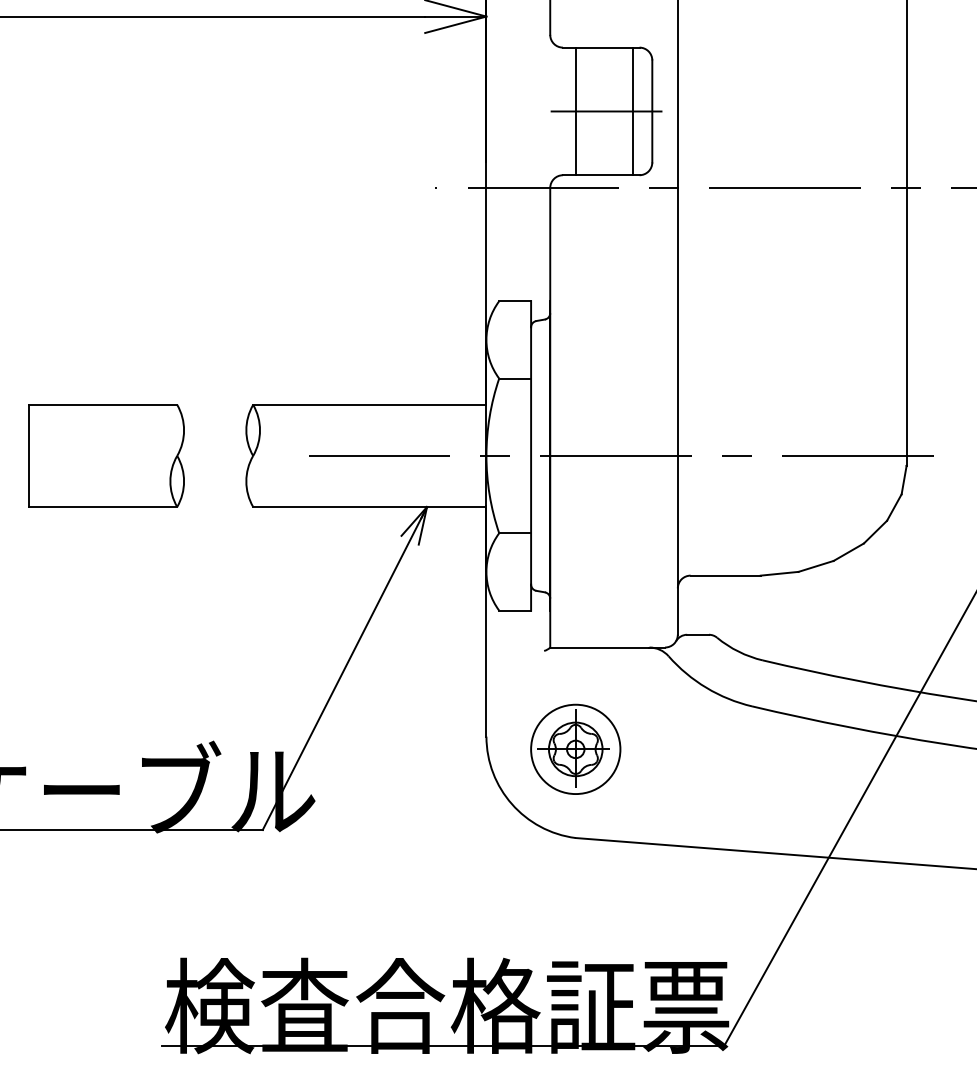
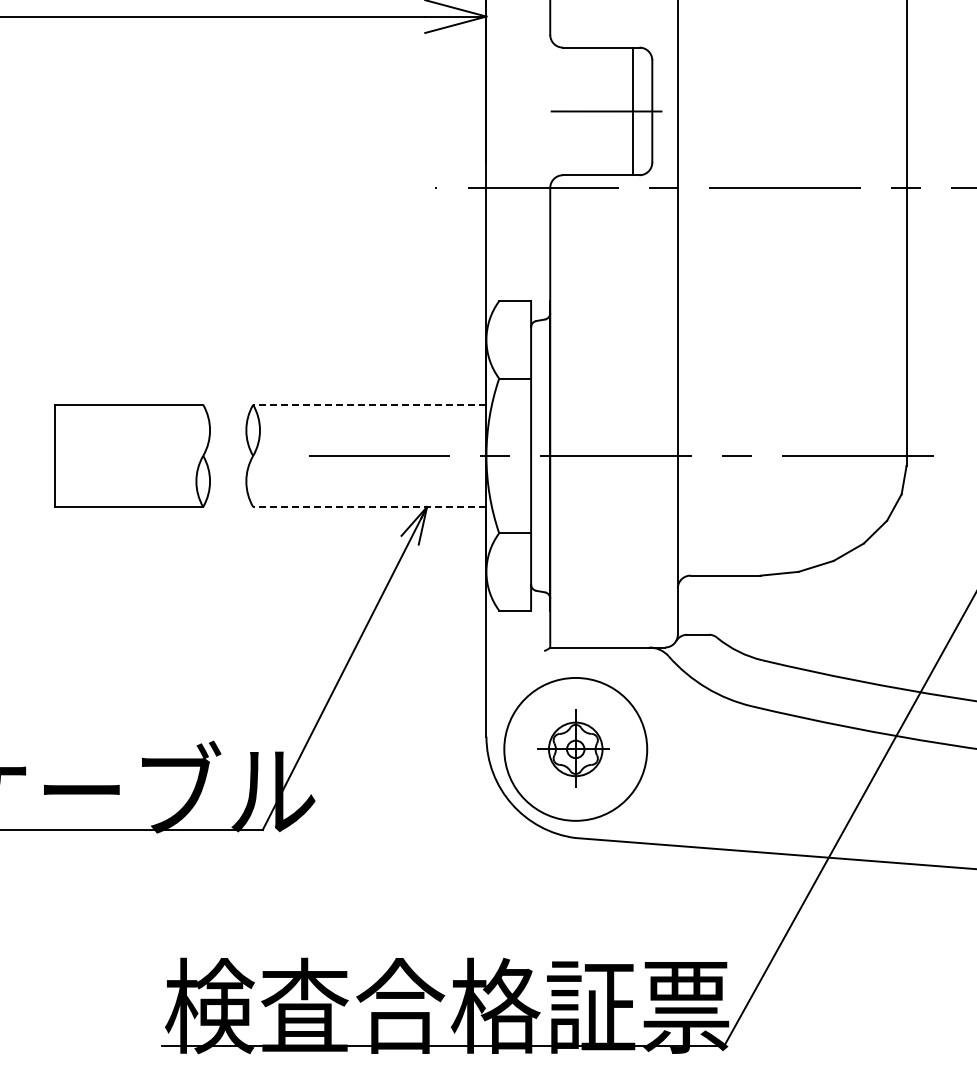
line at (575, 111): present -> none
line at (369, 404): solid -> dashed
part at (106, 455) position: (106, 455) -> (132, 455)
line at (369, 506): solid -> dashed
circle at (575, 749) diameter: 89 px -> 143 px
